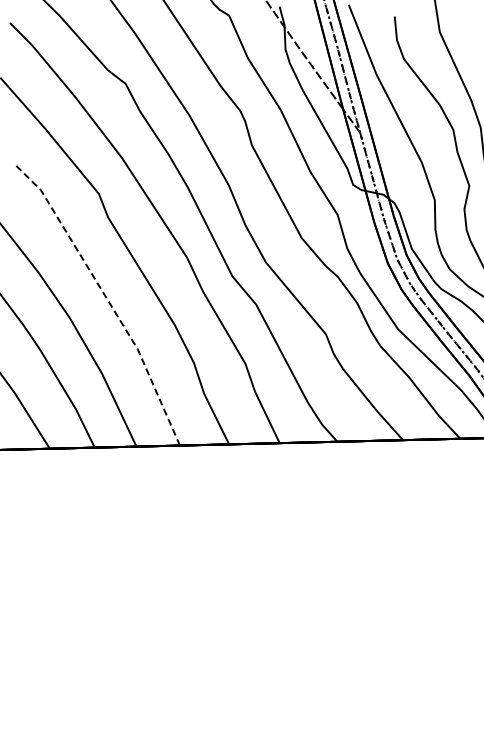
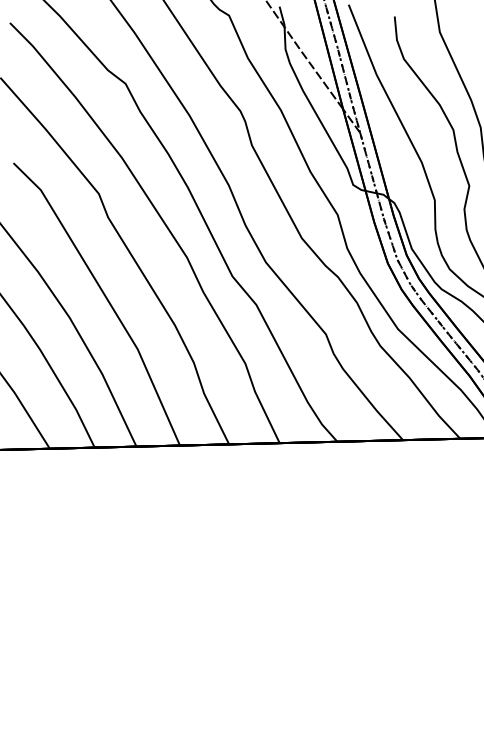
line at (106, 298): dashed -> solid
